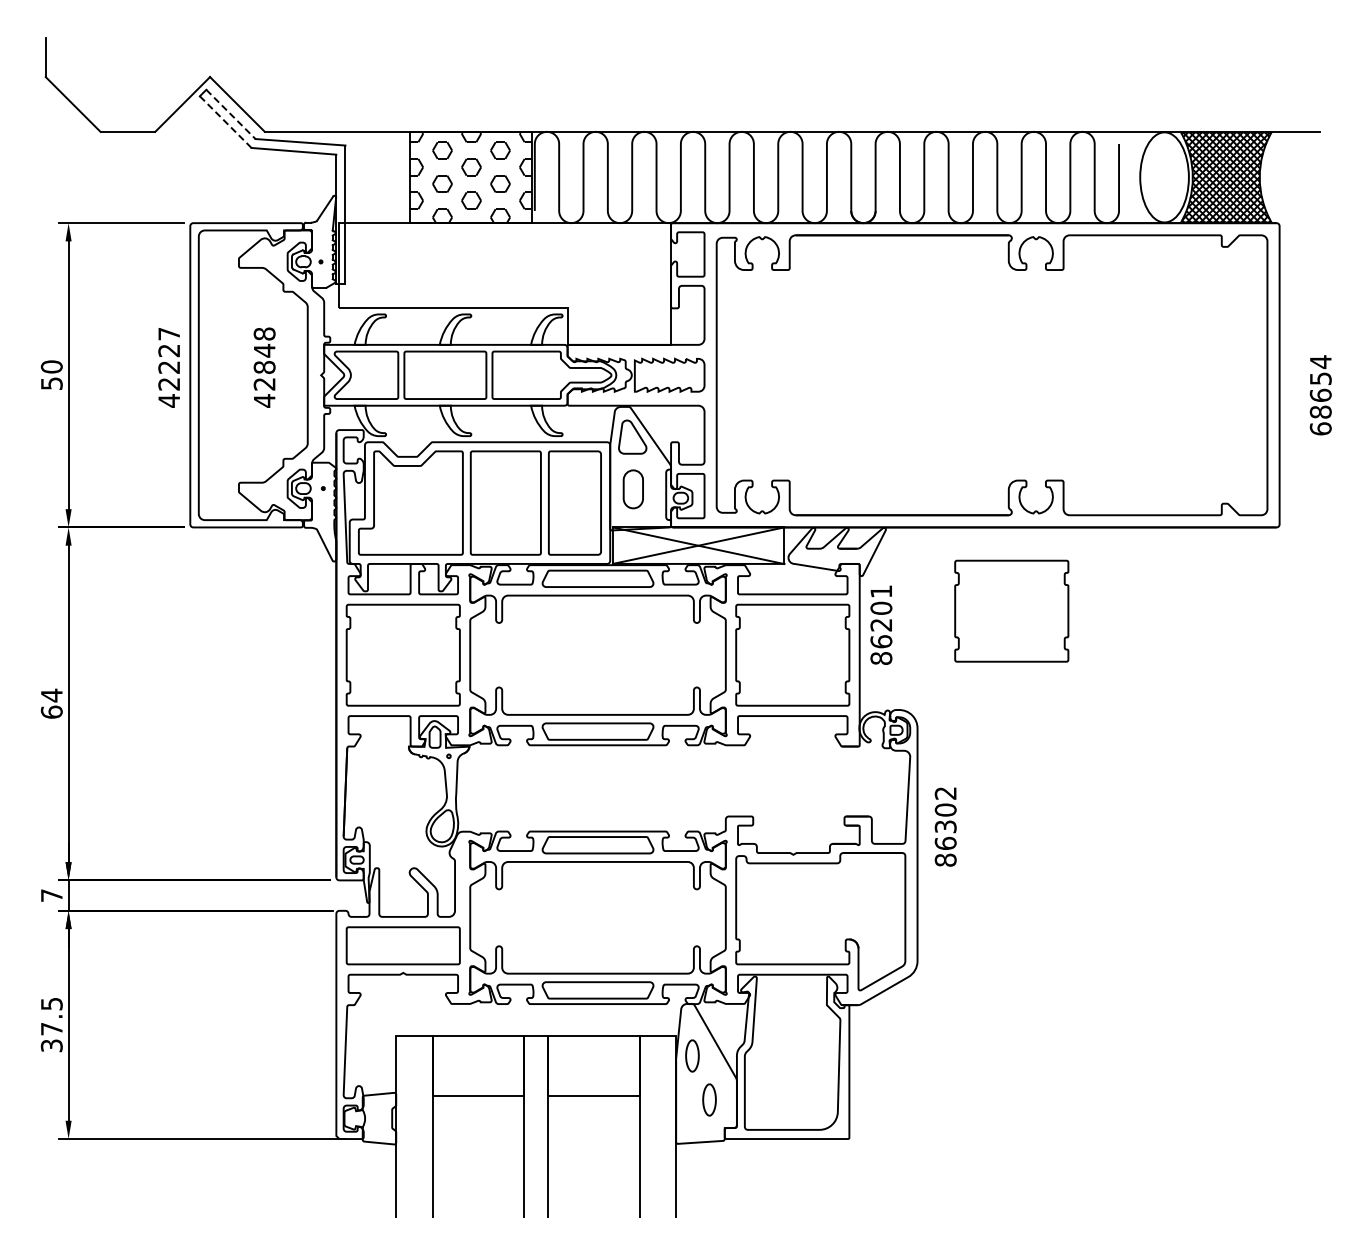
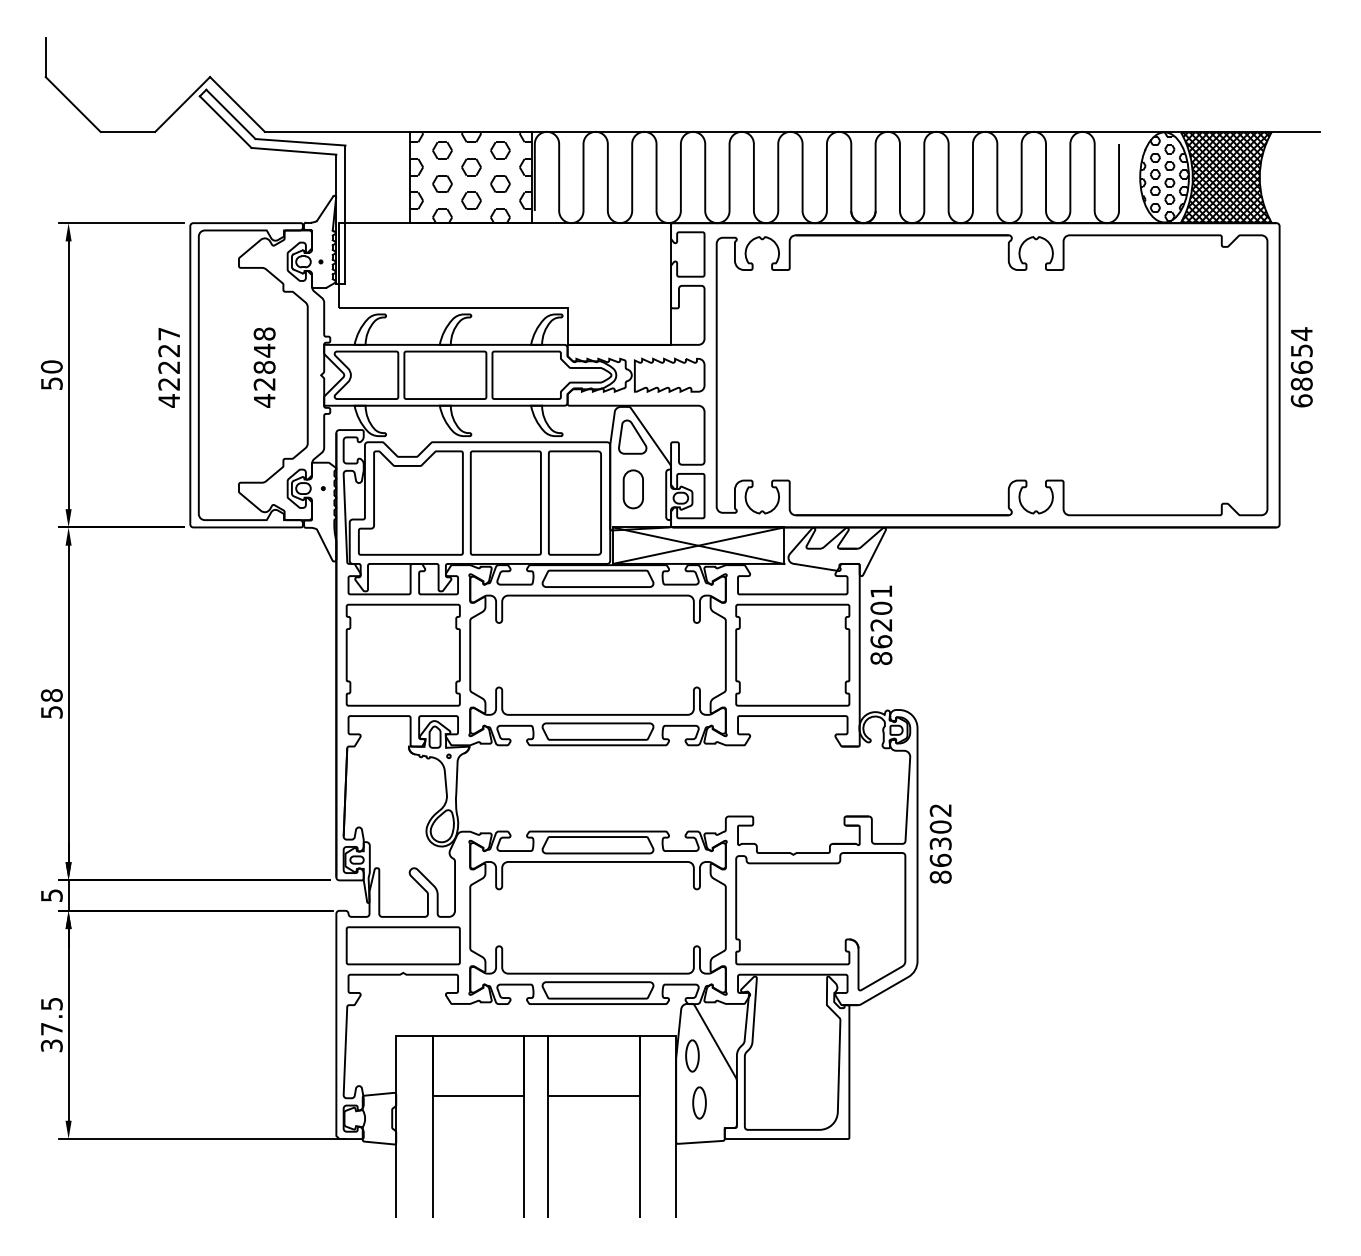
line at (230, 114): dashed -> solid
line at (225, 122): dashed -> solid
hatch at (1164, 176): none -> present
text at (1320, 395) position: (1320, 395) -> (1301, 367)
part at (1011, 610): present -> none
text at (51, 703): 64 -> 58
text at (945, 826) position: (945, 826) -> (940, 843)
text at (51, 895): 7 -> 5
part at (709, 1099) position: (709, 1099) -> (699, 1102)
